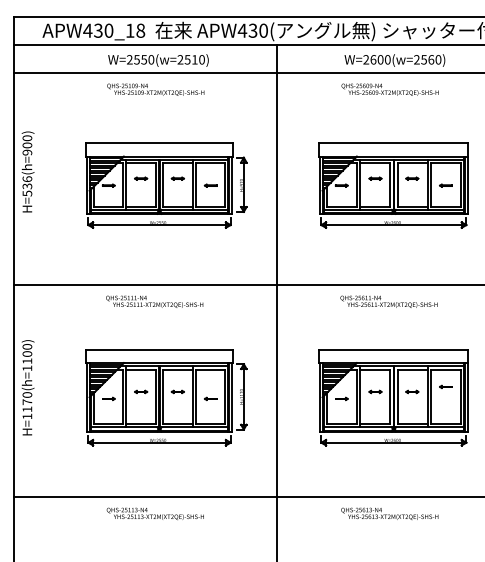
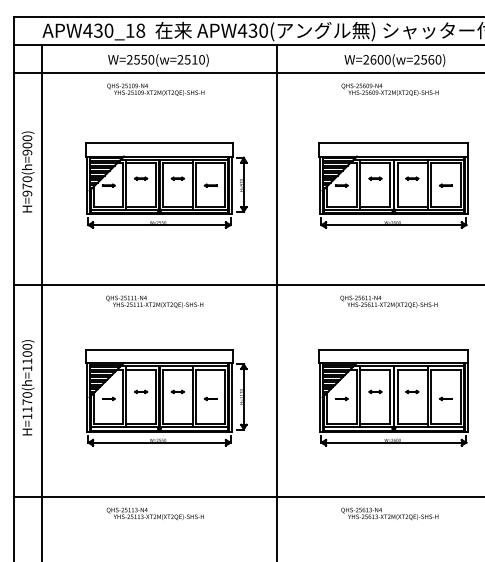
text at (27, 186): H=536(h=900) -> H=970(h=900)
line at (42, 301): none -> present
part at (445, 386) position: (445, 386) -> (445, 398)
